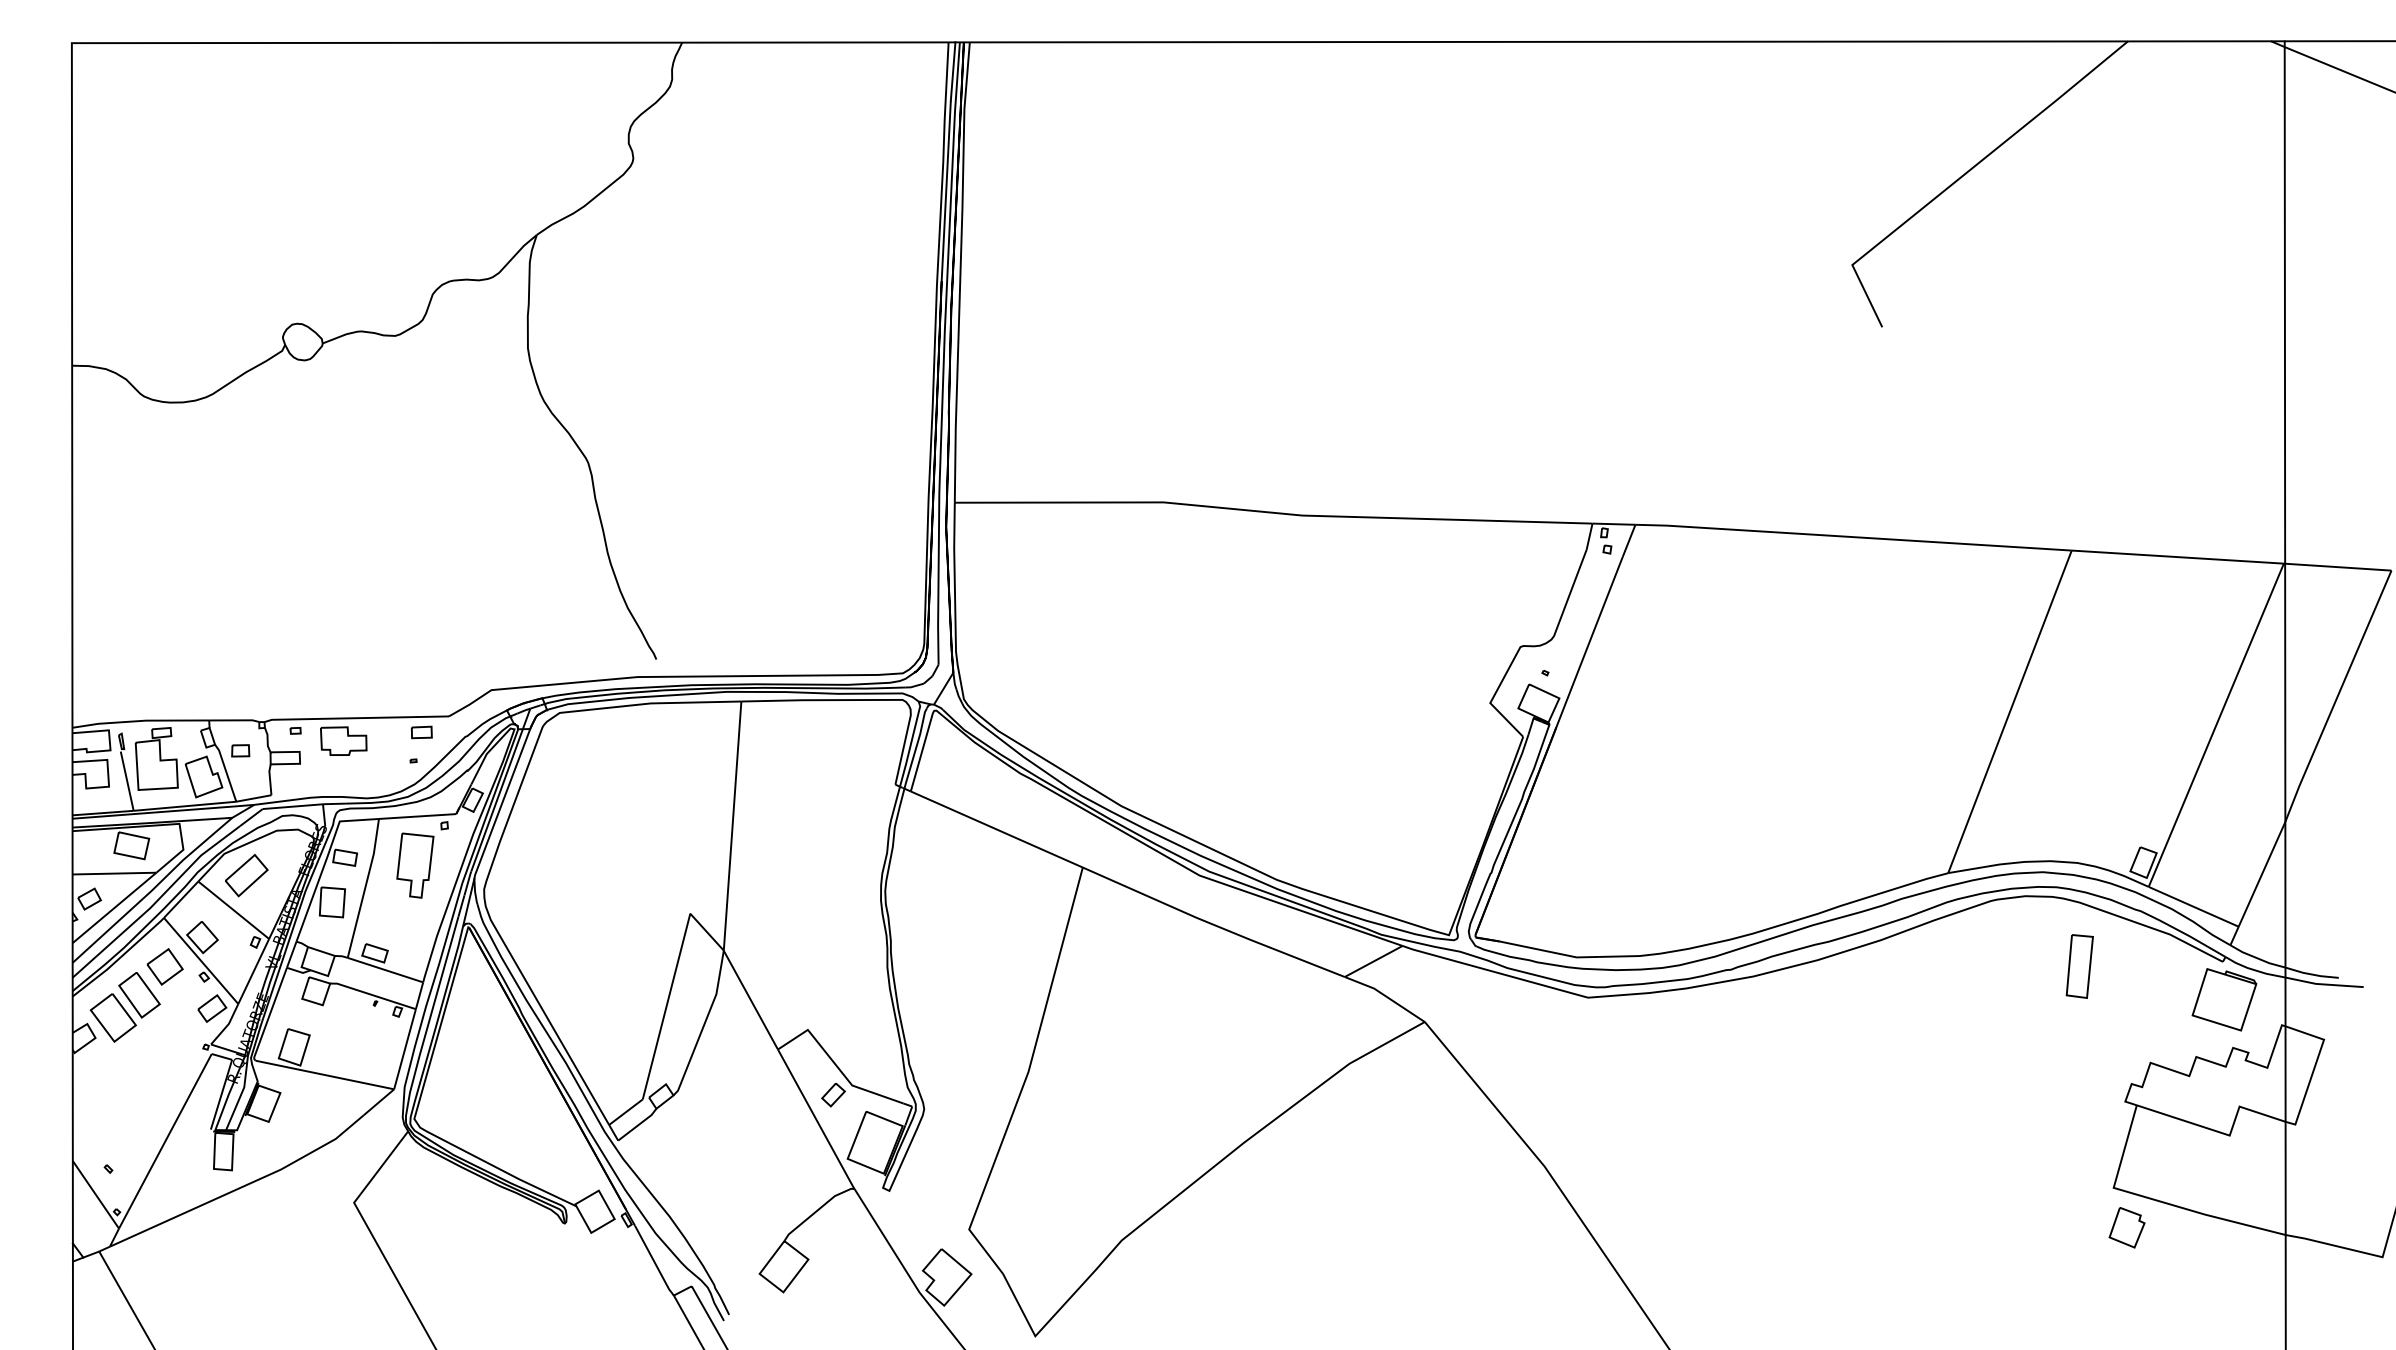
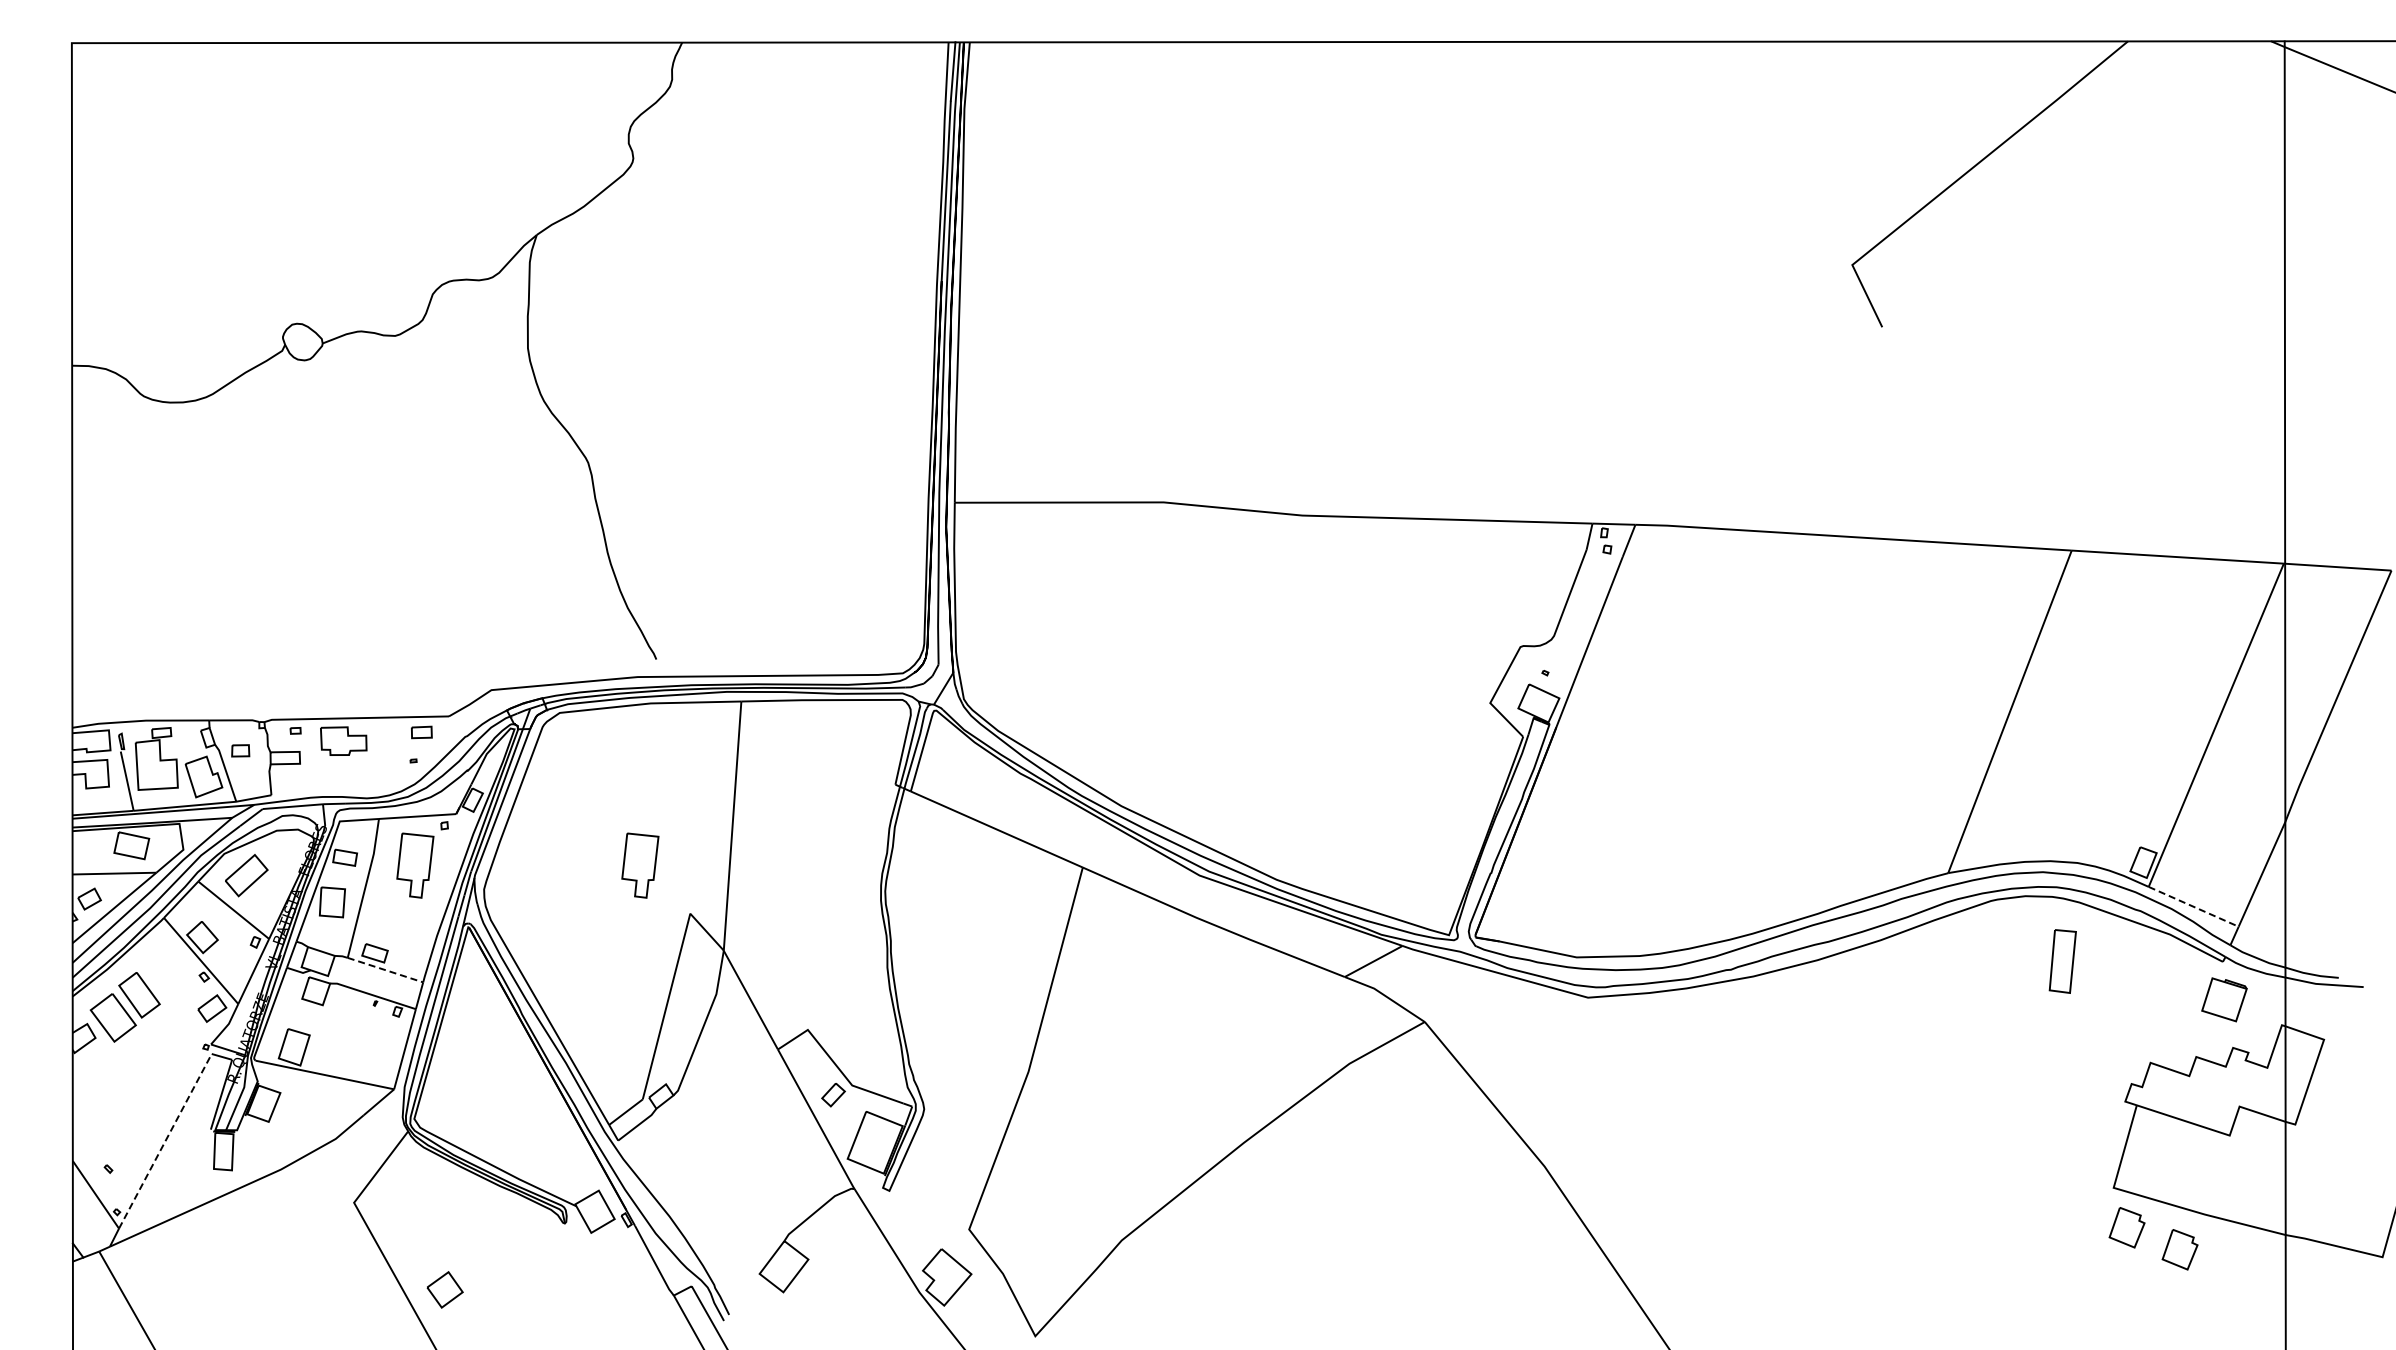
part at (640, 865): none -> present
line at (2194, 907): solid -> dashed
part at (164, 966) position: (164, 966) -> (444, 1289)
part at (2079, 966) position: (2079, 966) -> (2062, 961)
line at (385, 970): solid -> dashed
part at (2224, 999) size: 67x64 px -> 47x46 px
line at (165, 1141): solid -> dashed
part at (2179, 1249): none -> present
